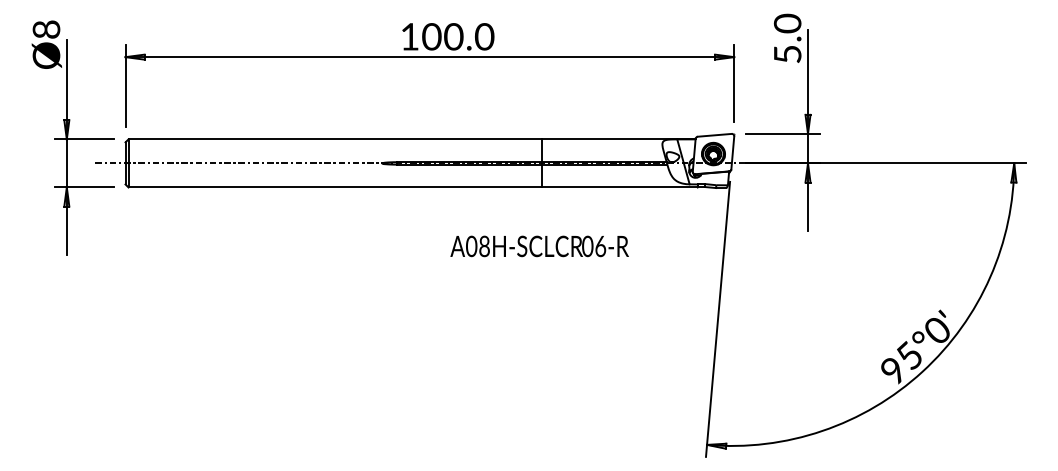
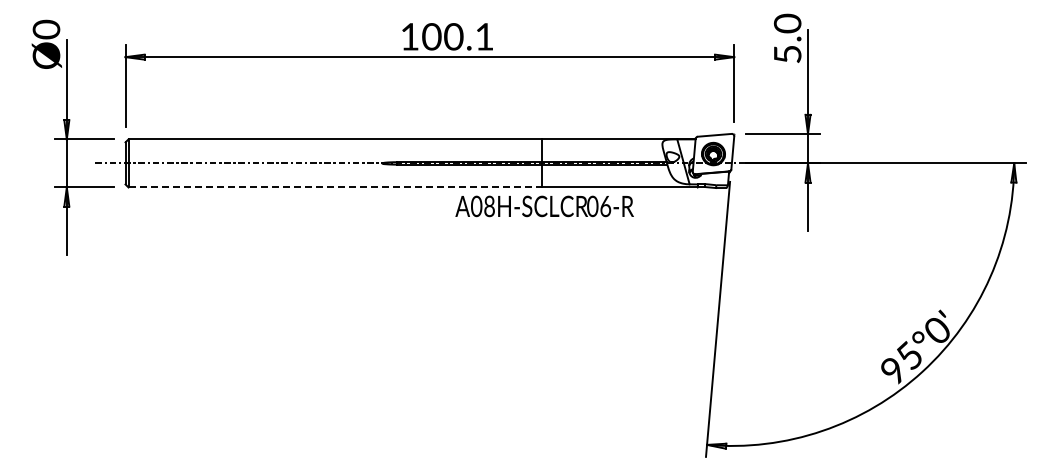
text at (46, 29): Ø8 -> Ø0
text at (484, 36): 100.0 -> 100.1
line at (335, 187): solid -> dashed
text at (539, 246) position: (539, 246) -> (544, 206)
